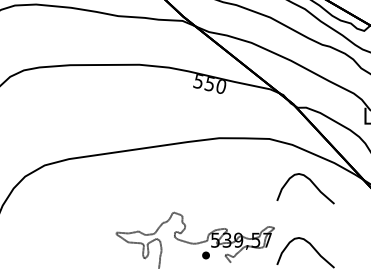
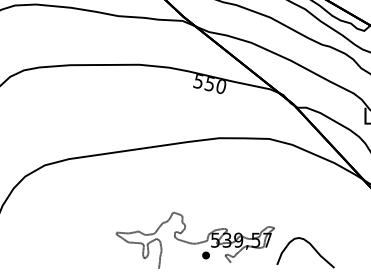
part at (312, 184): present -> none
